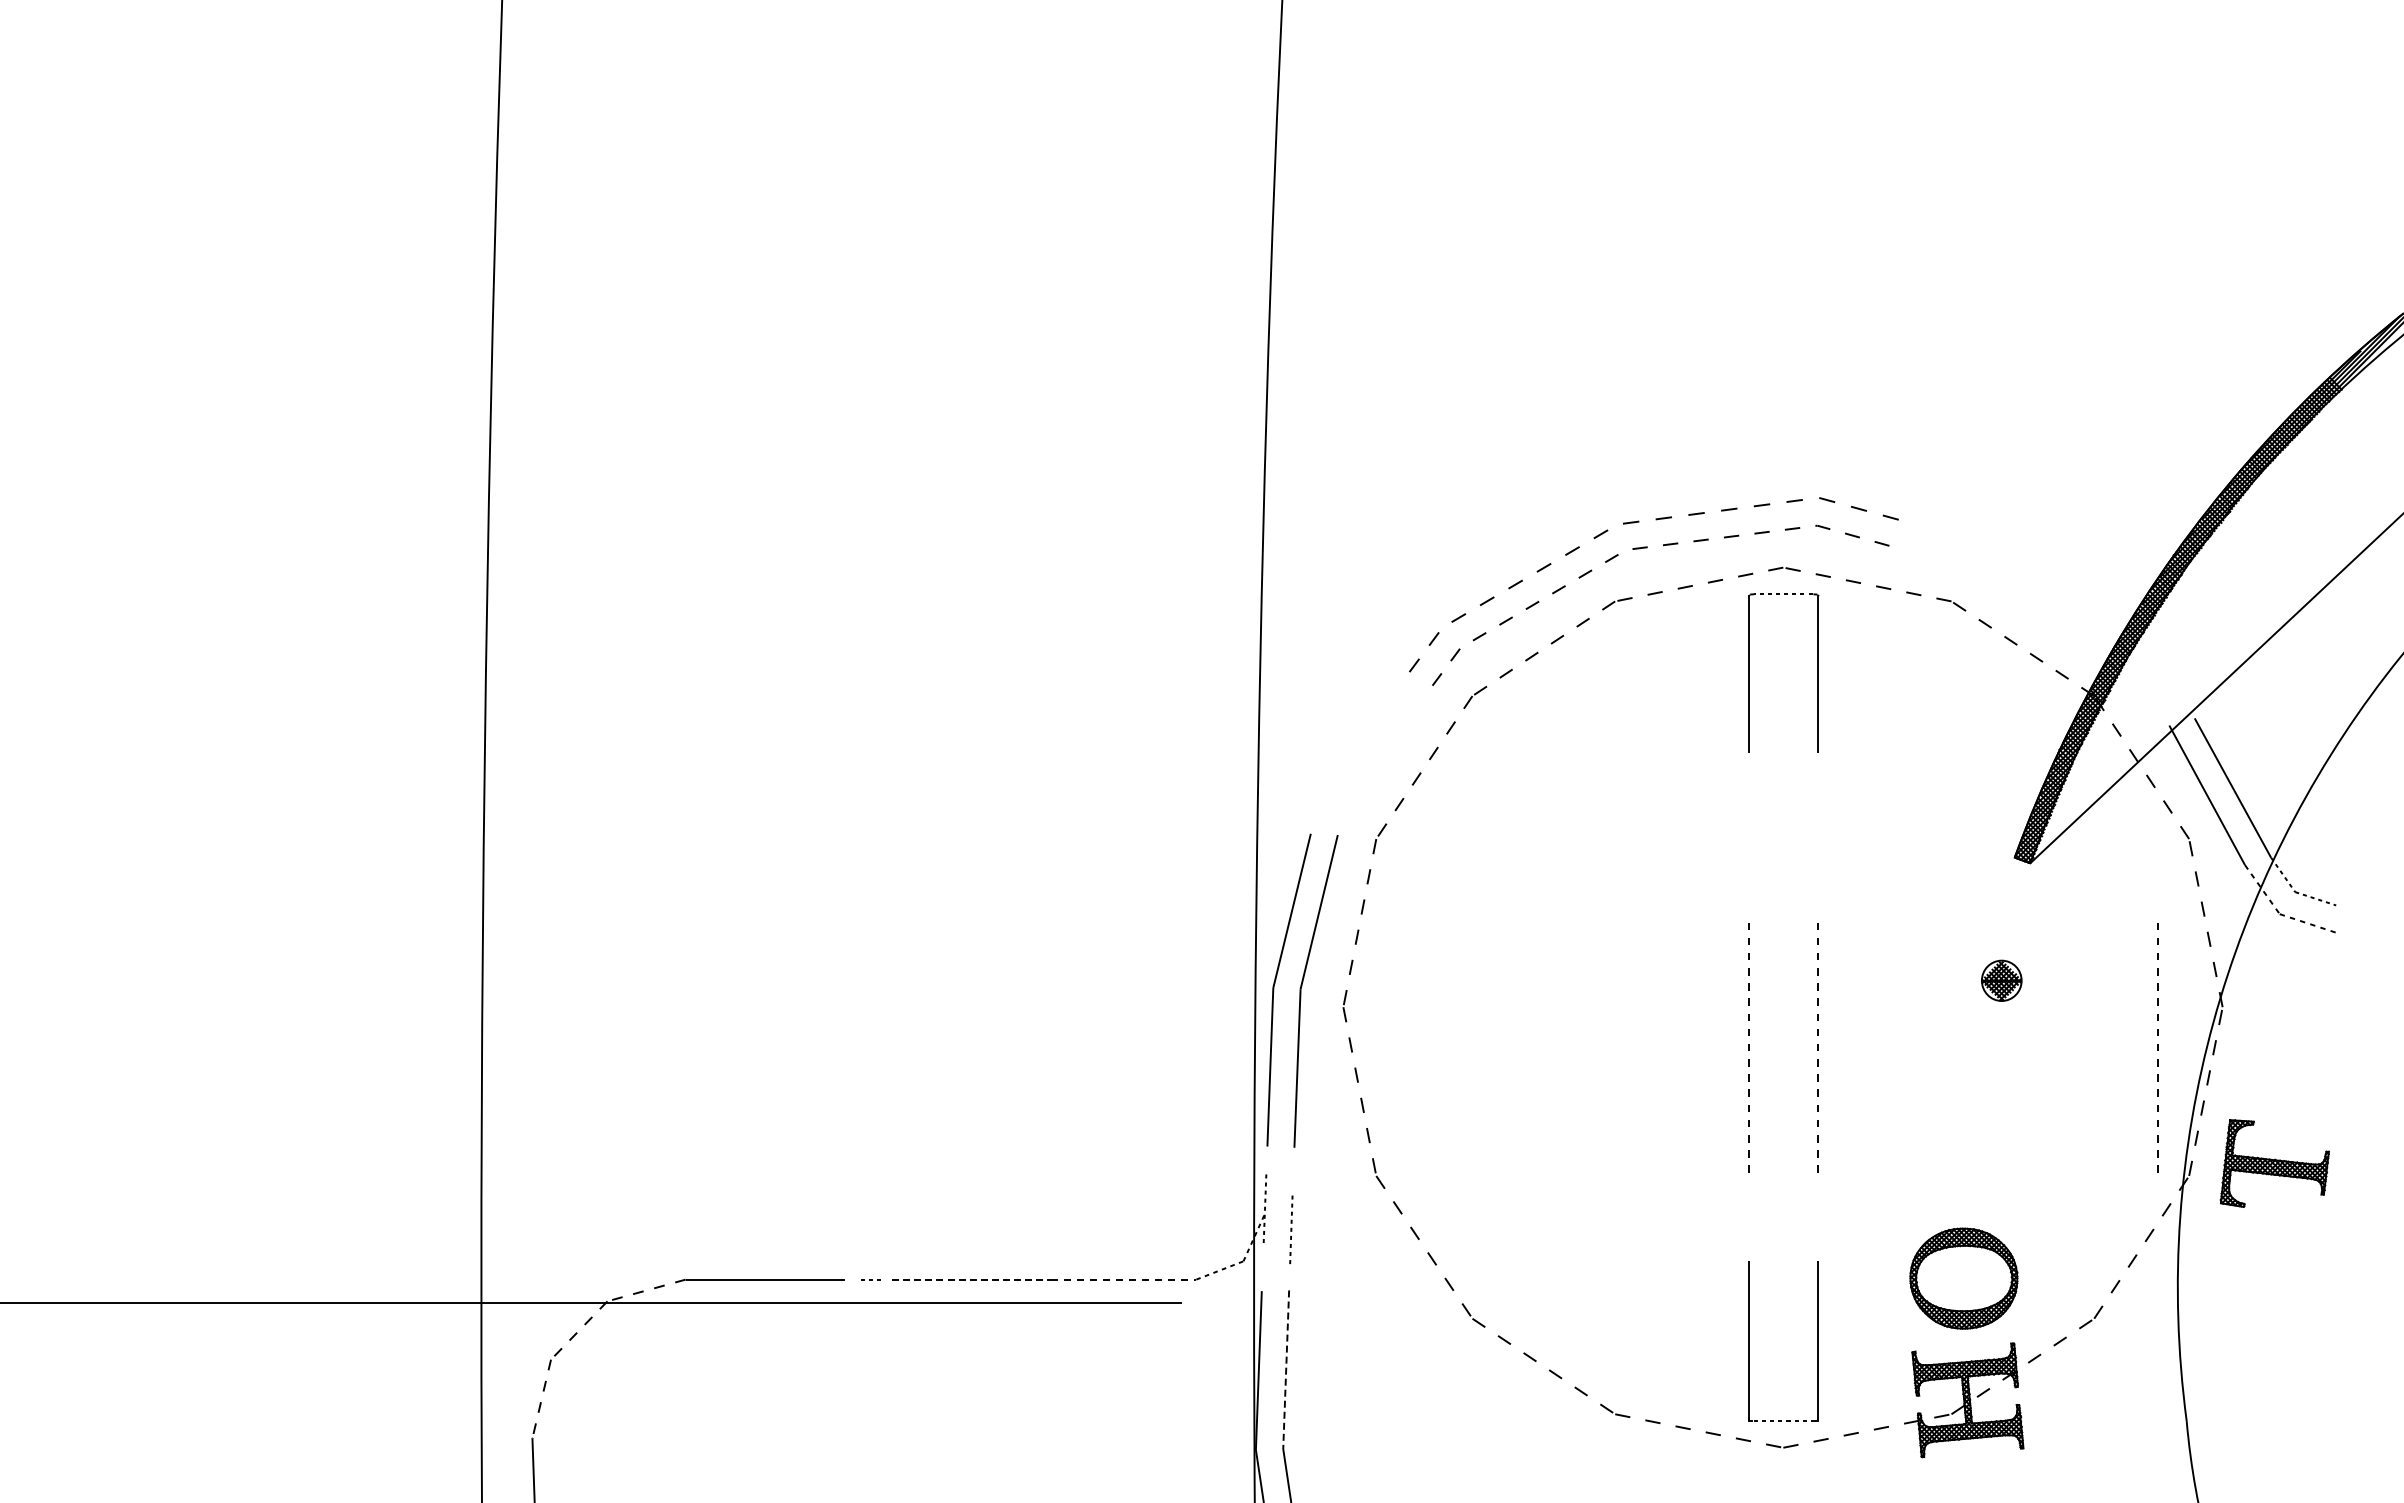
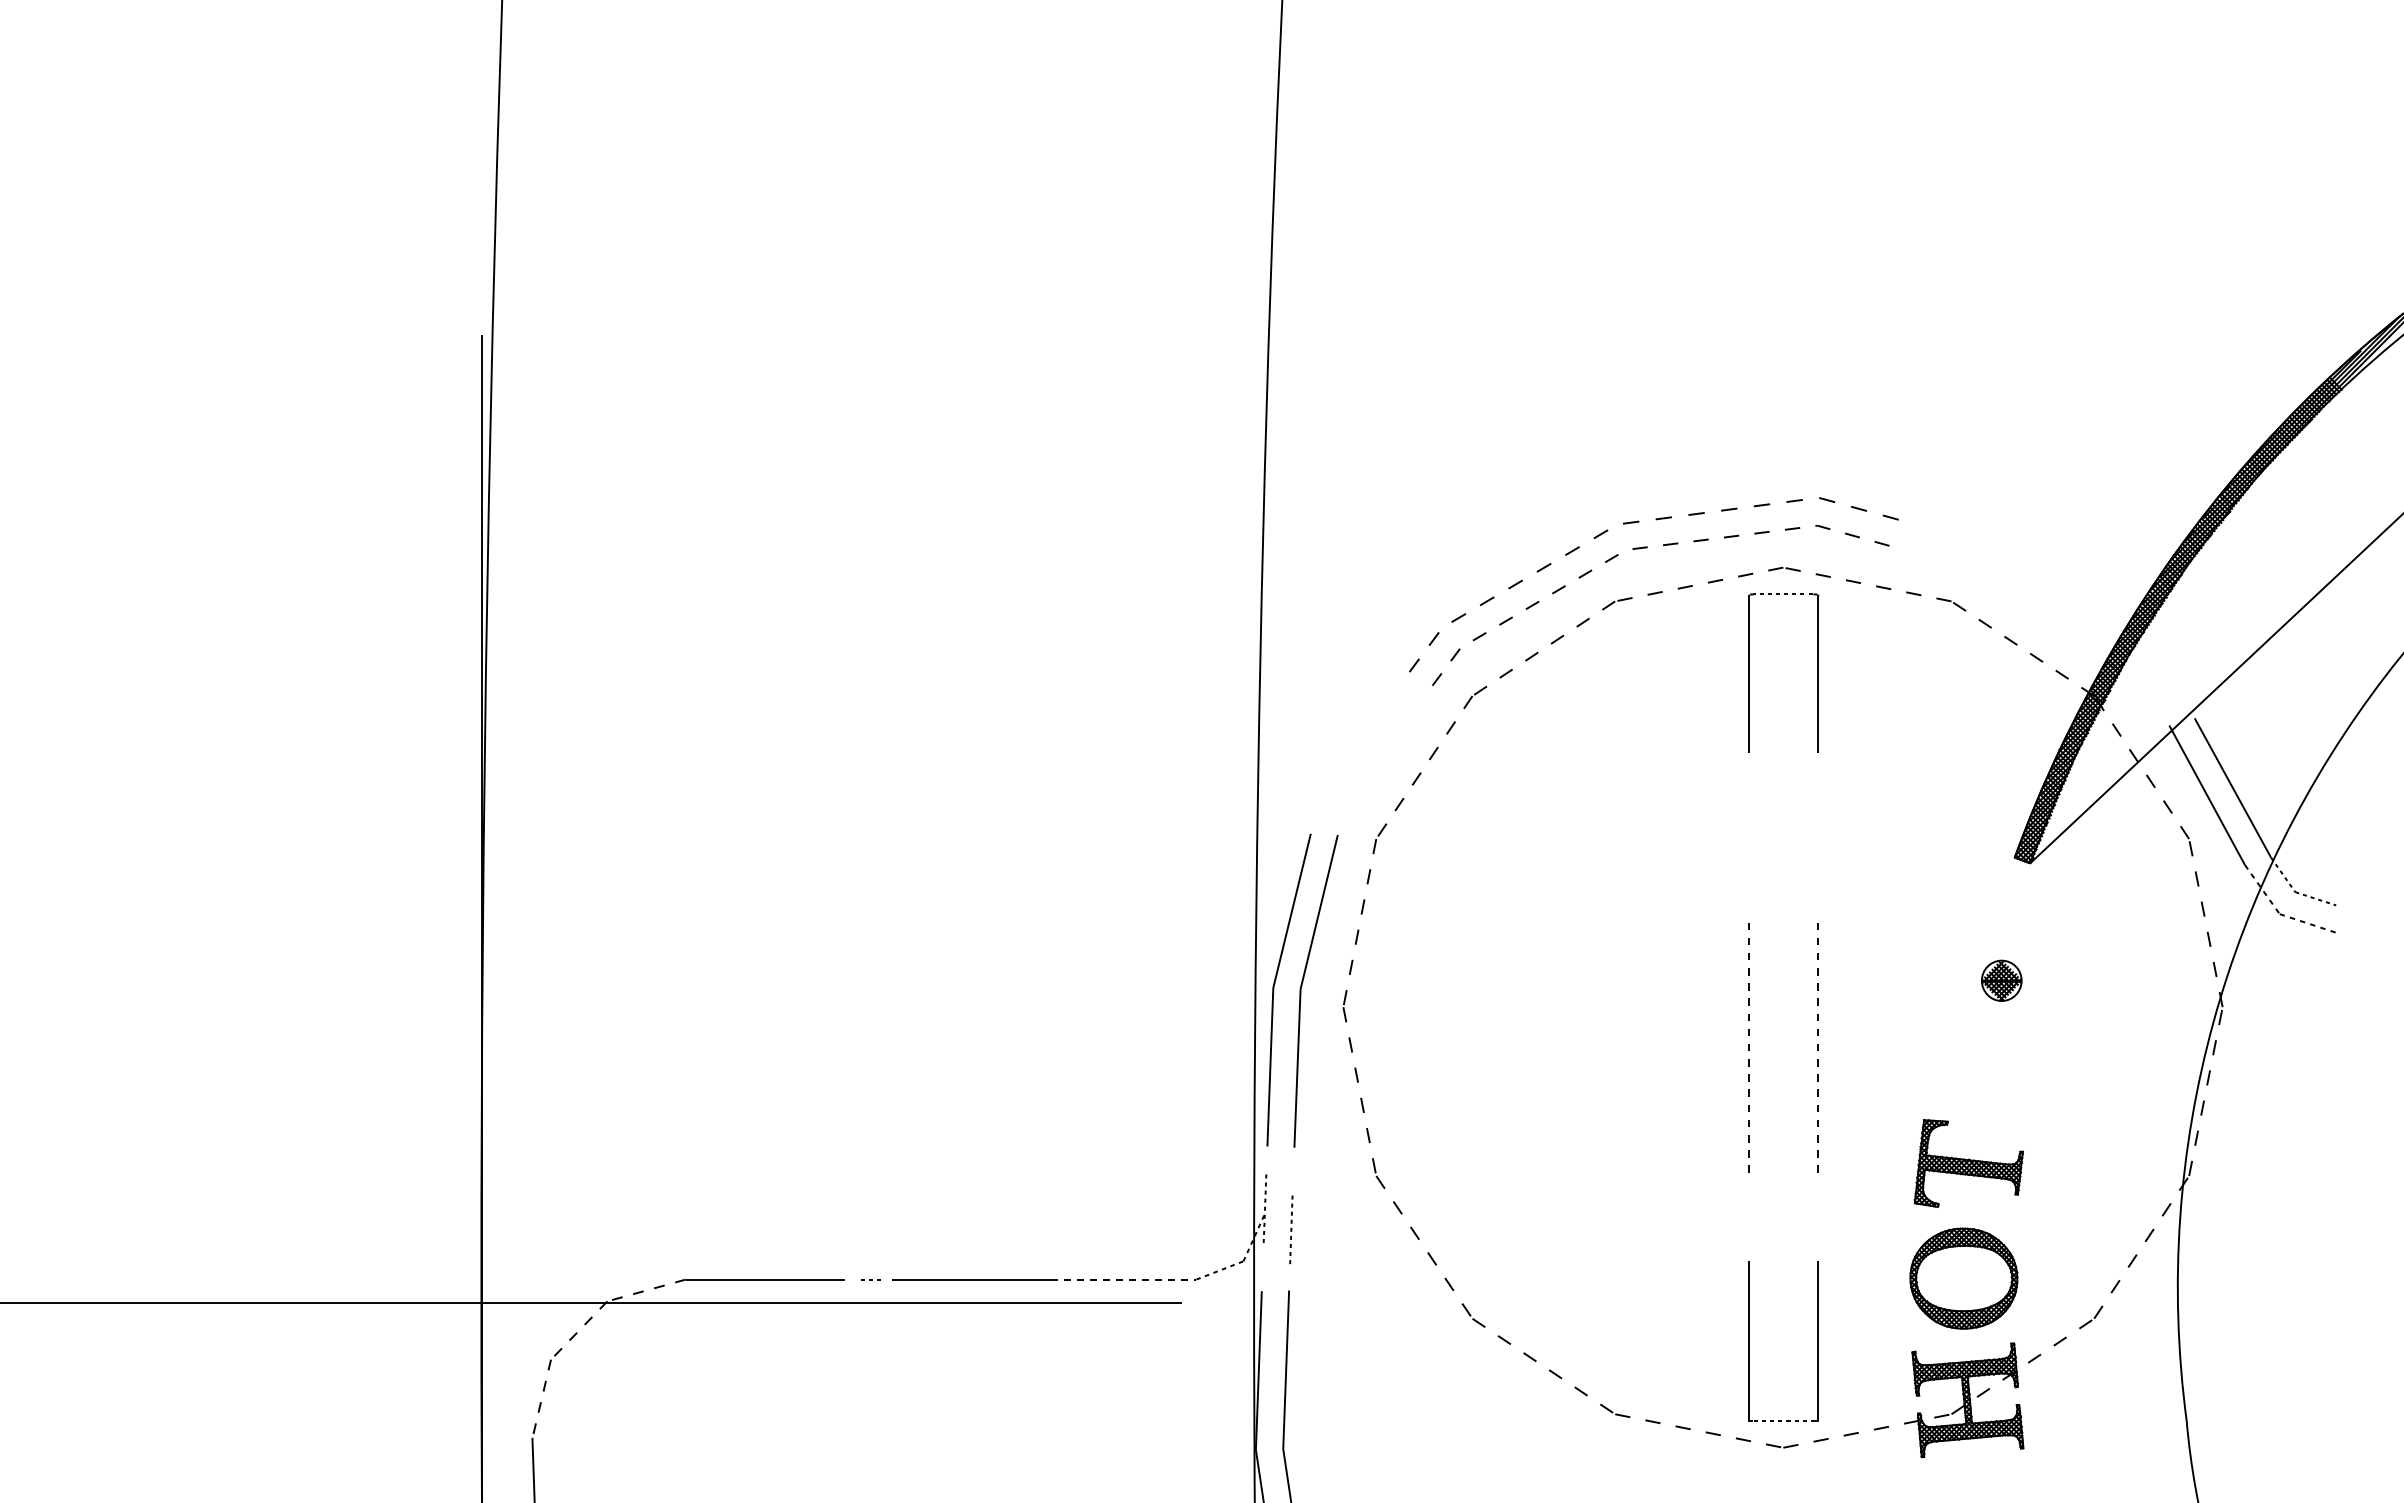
line at (481, 917): none -> present
line at (2157, 1047): present -> none
part at (2274, 1163) position: (2274, 1163) -> (1968, 1163)
line at (972, 1279): dashed -> solid
line at (1286, 1370): dashed -> solid
